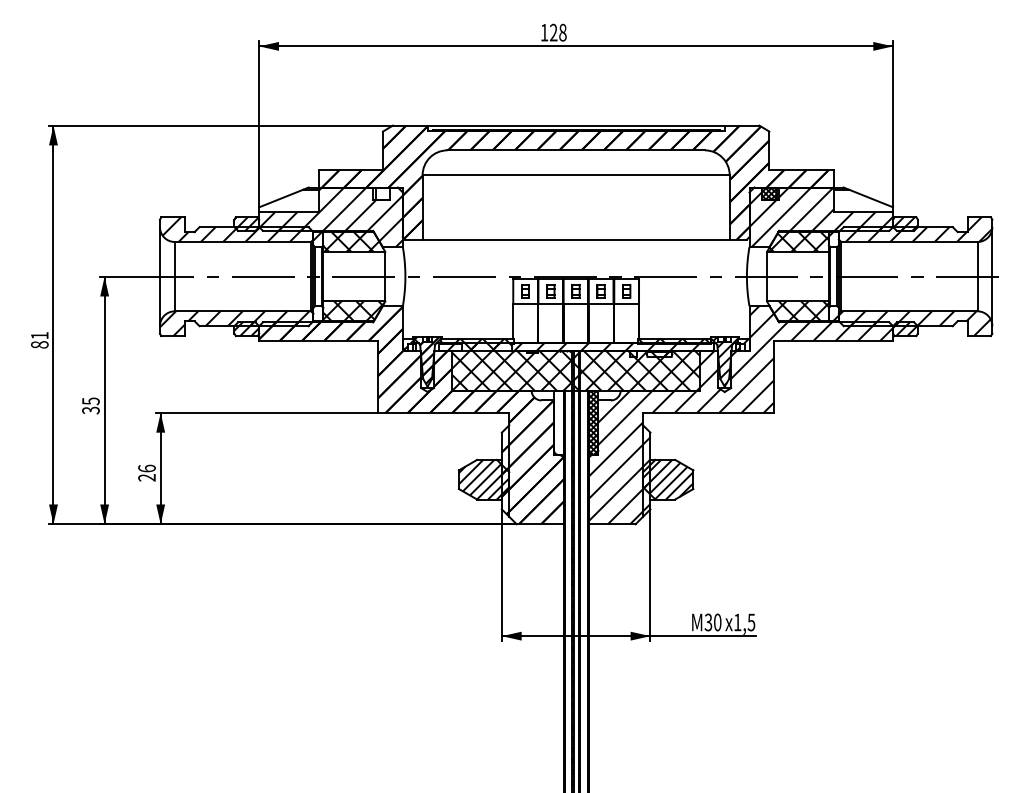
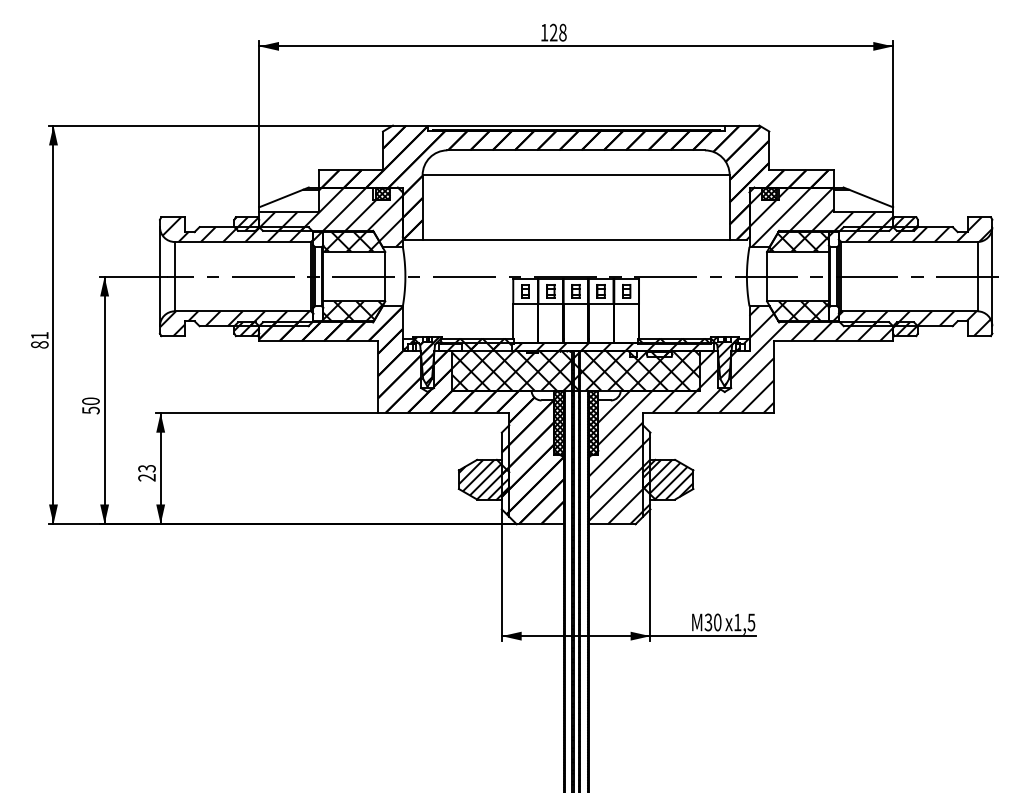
hatch at (382, 193): none -> present
text at (90, 405): 35 -> 50
hatch at (558, 422): none -> present
text at (146, 468): 26 -> 23
